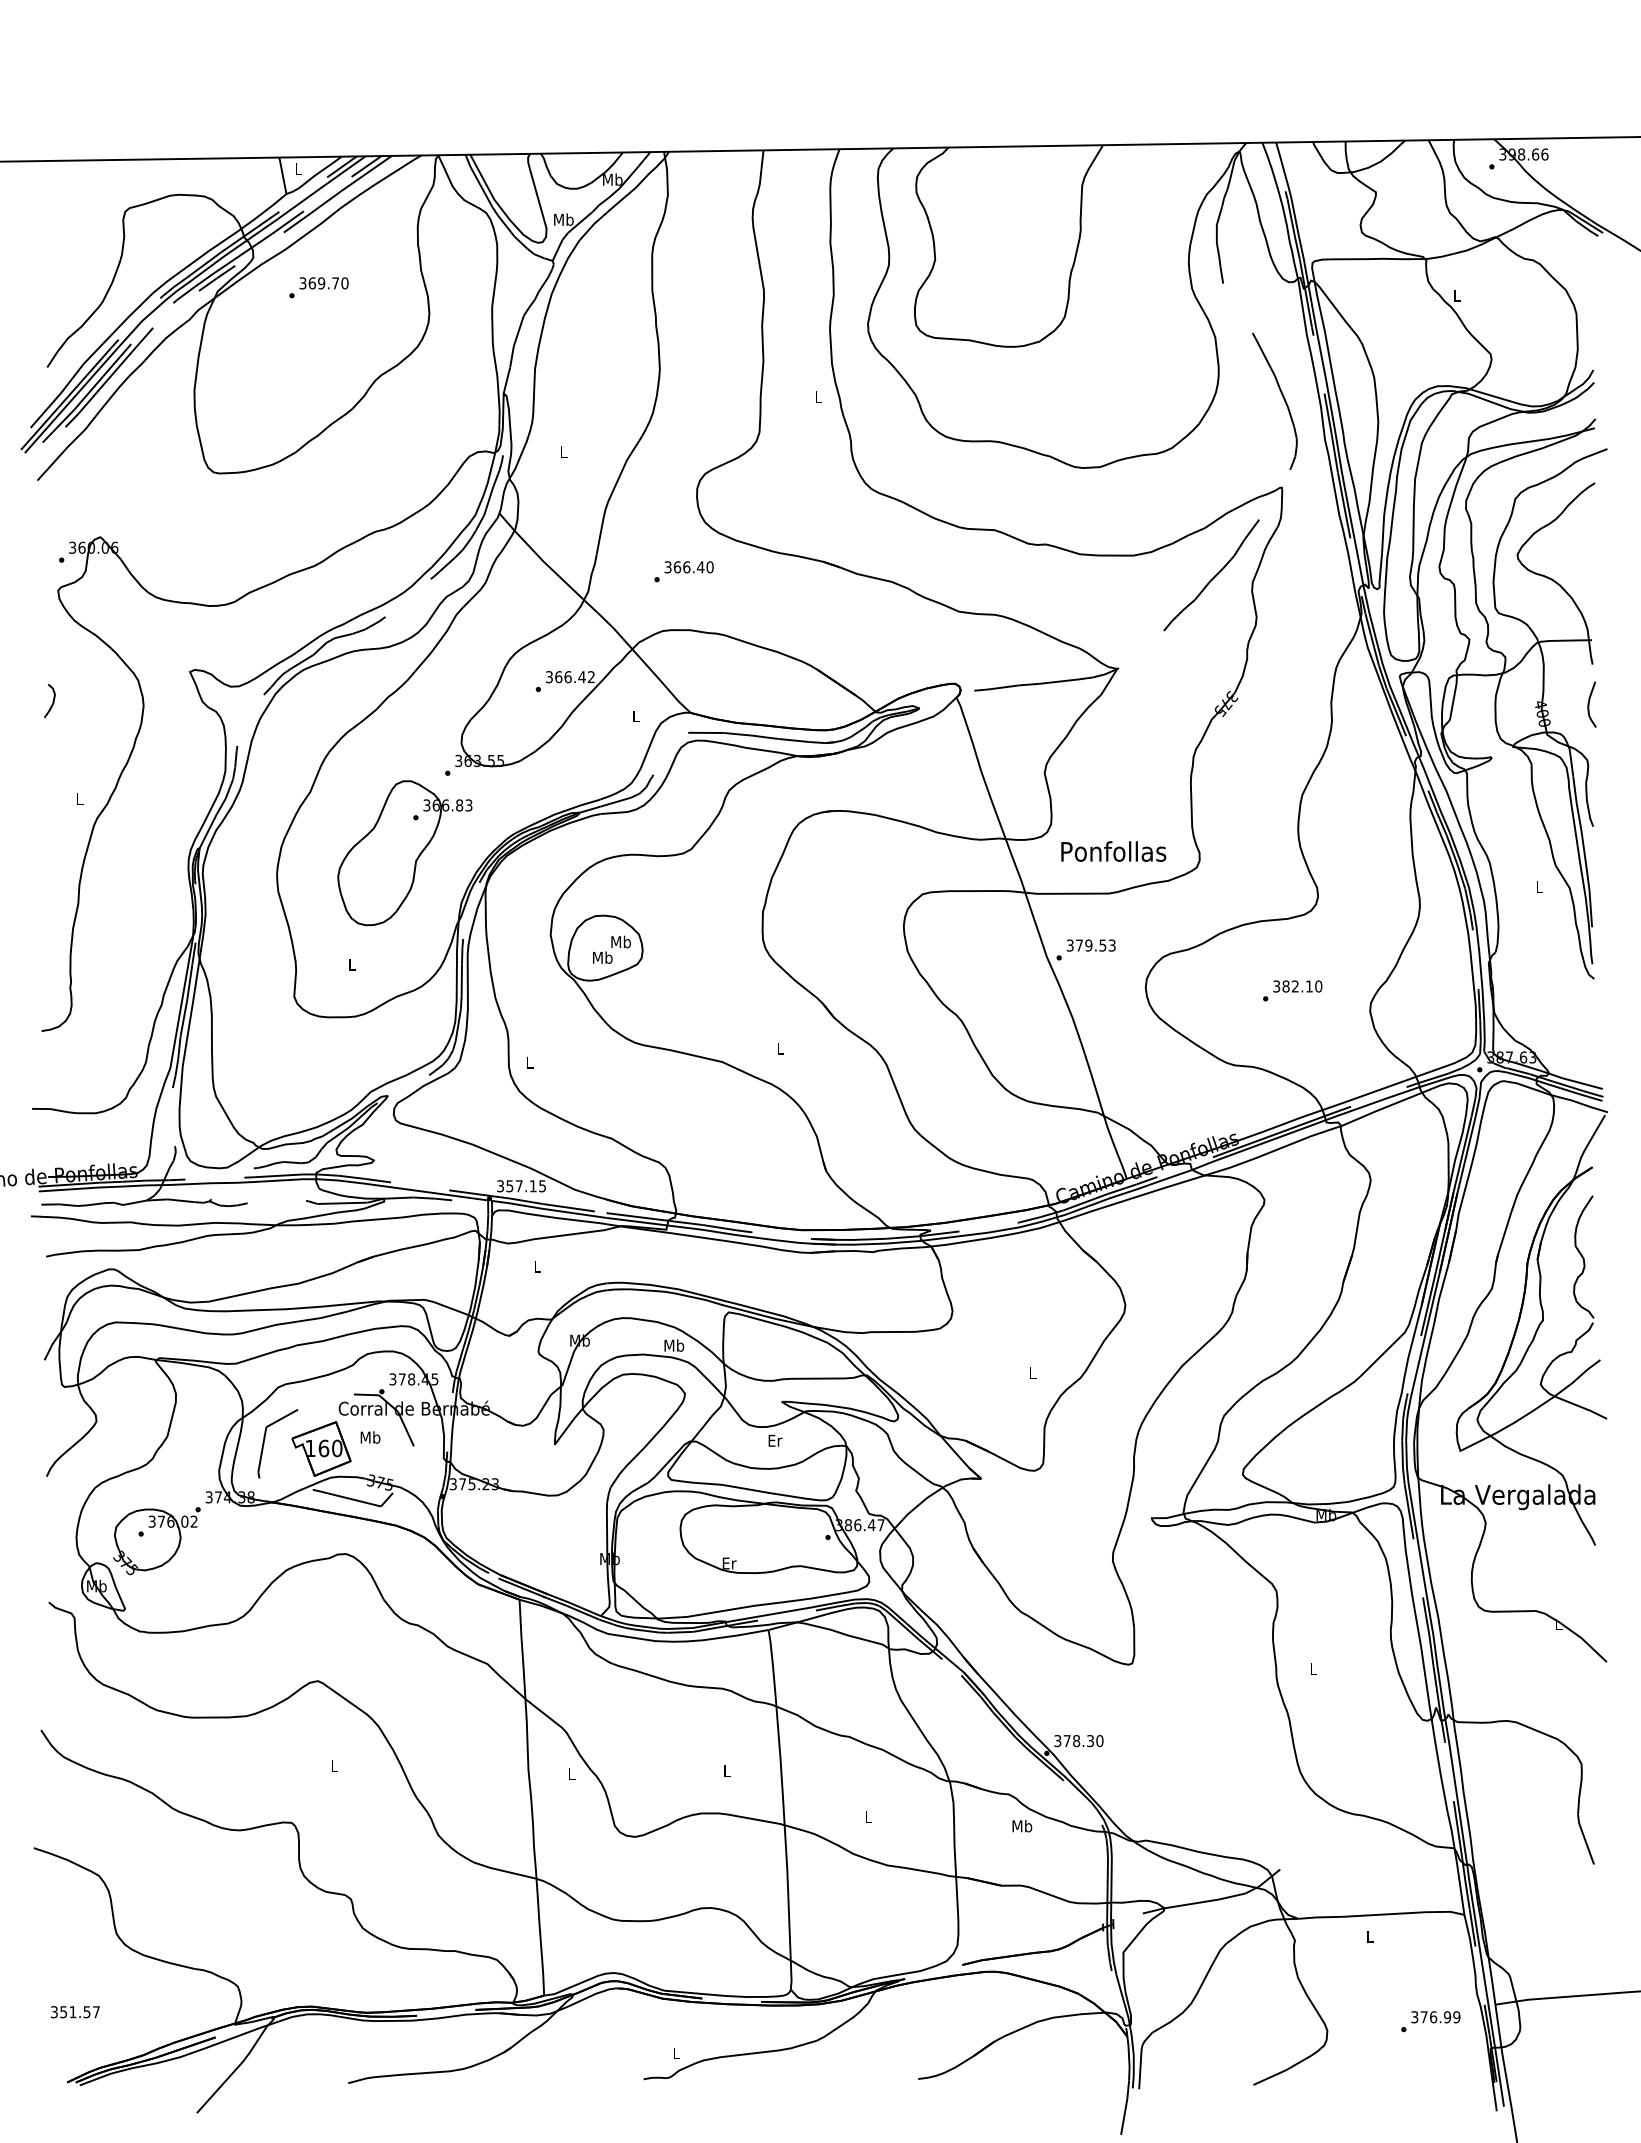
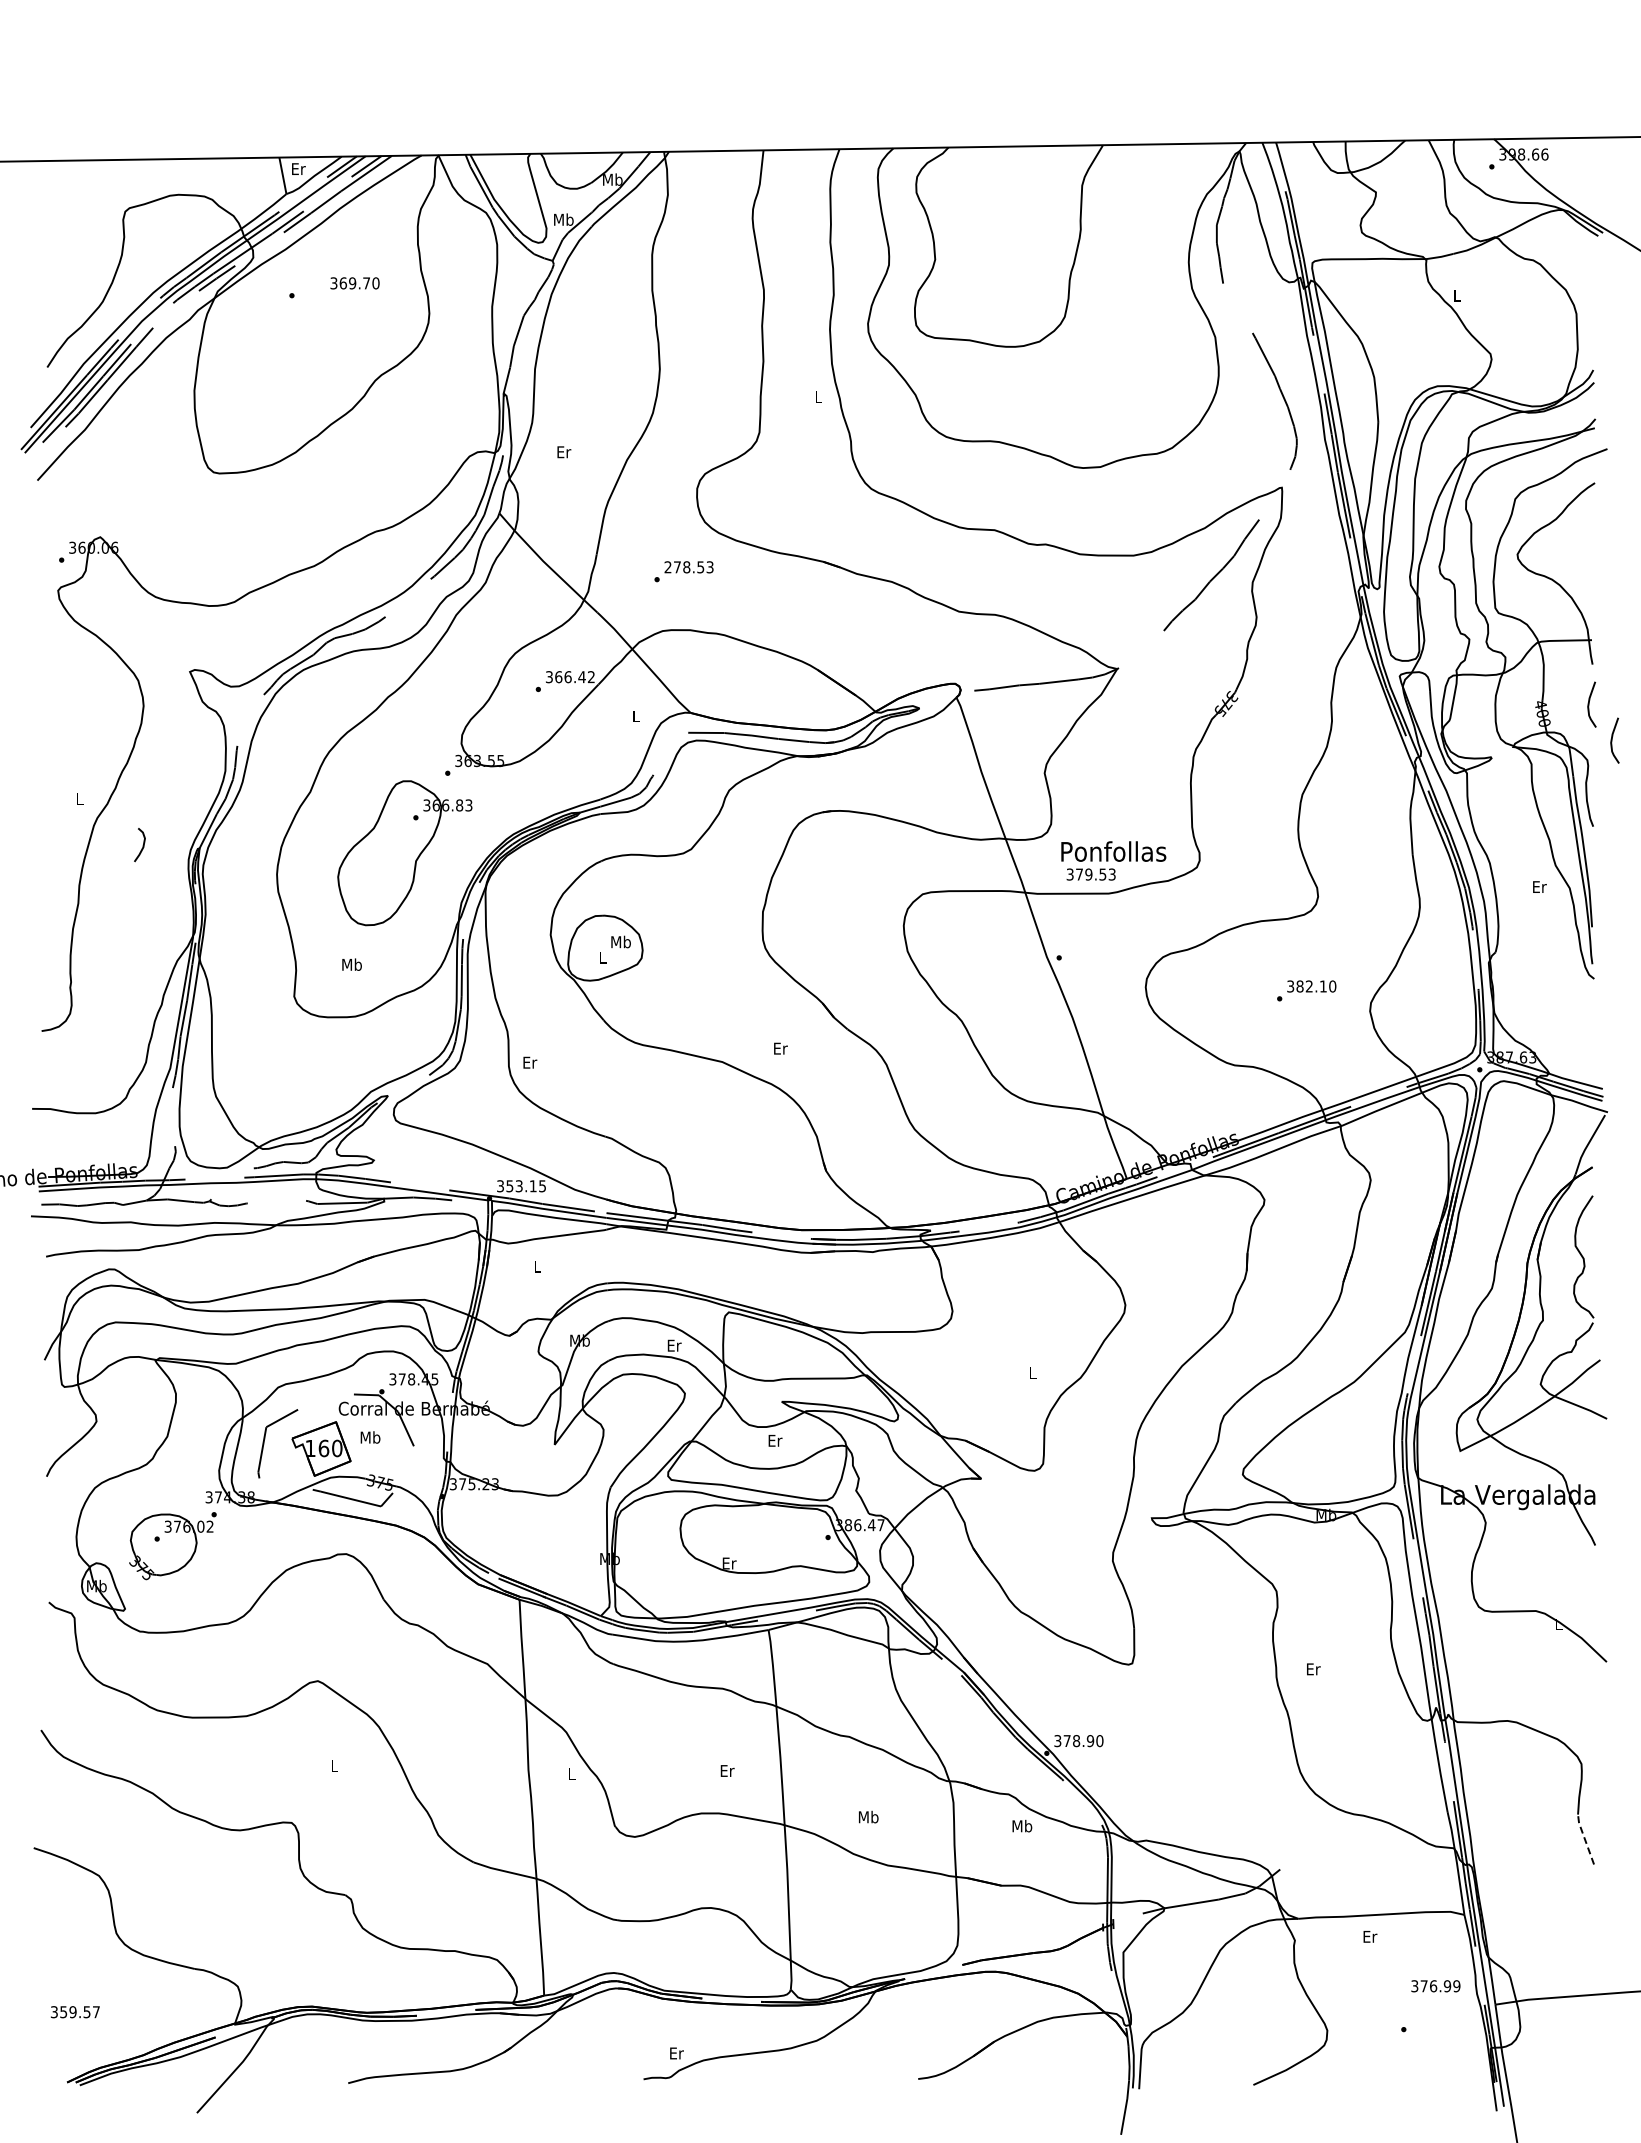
text at (298, 168): L -> Er
text at (323, 283) position: (323, 283) -> (354, 283)
text at (564, 452): L -> Er
text at (688, 567): 366.40 -> 278.53
curve at (52, 701) position: (52, 701) -> (142, 845)
curve at (1612, 740): none -> present
text at (1539, 886): L -> Er
text at (1090, 945) position: (1090, 945) -> (1090, 874)
text at (602, 957): Mb -> L
text at (351, 964): L -> Mb
text at (1292, 990) position: (1292, 990) -> (1306, 990)
text at (780, 1048): L -> Er
text at (530, 1062): L -> Er
text at (518, 1186): 357.15 -> 353.15
text at (674, 1345): Mb -> Er
part at (156, 1541) position: (156, 1541) -> (172, 1546)
text at (1313, 1669): L -> Er
text at (1090, 1740): 378.30 -> 378.90
text at (727, 1770): L -> Er
text at (868, 1816): L -> Mb
line at (1584, 1838): solid -> dashed
text at (1370, 1936): L -> Er
text at (72, 2012): 351.57 -> 359.57
text at (1435, 2017) position: (1435, 2017) -> (1435, 1986)
text at (676, 2053): L -> Er
